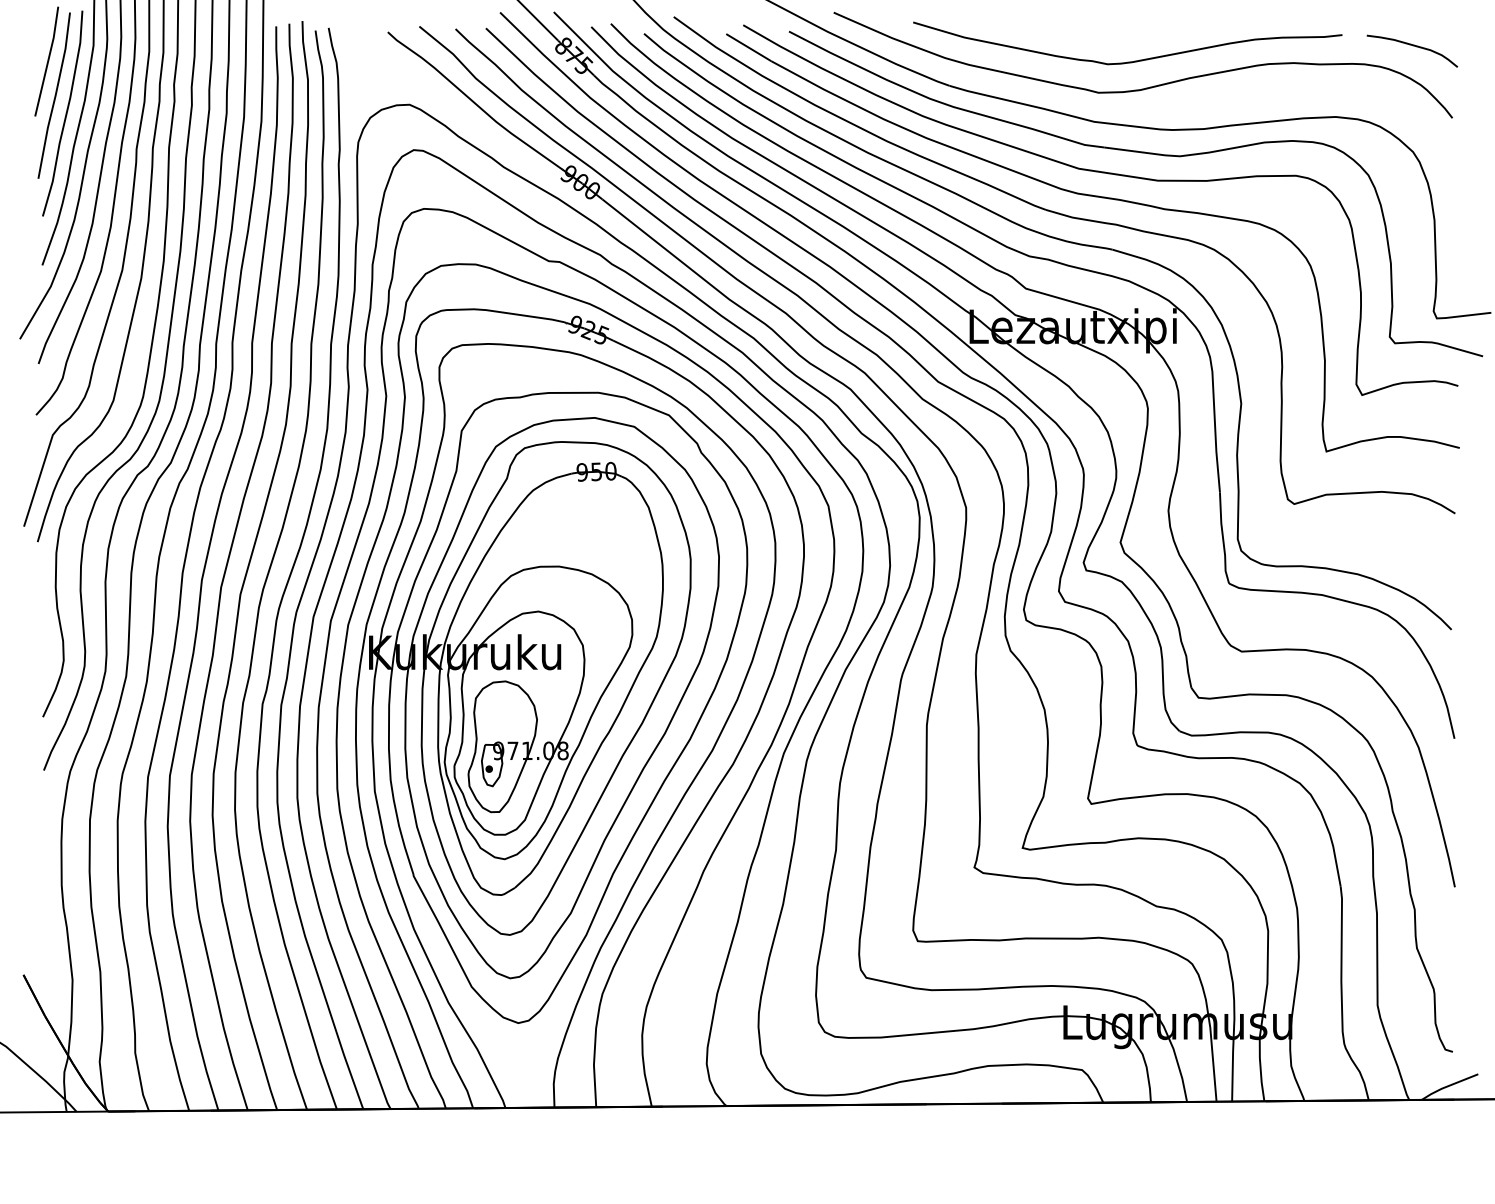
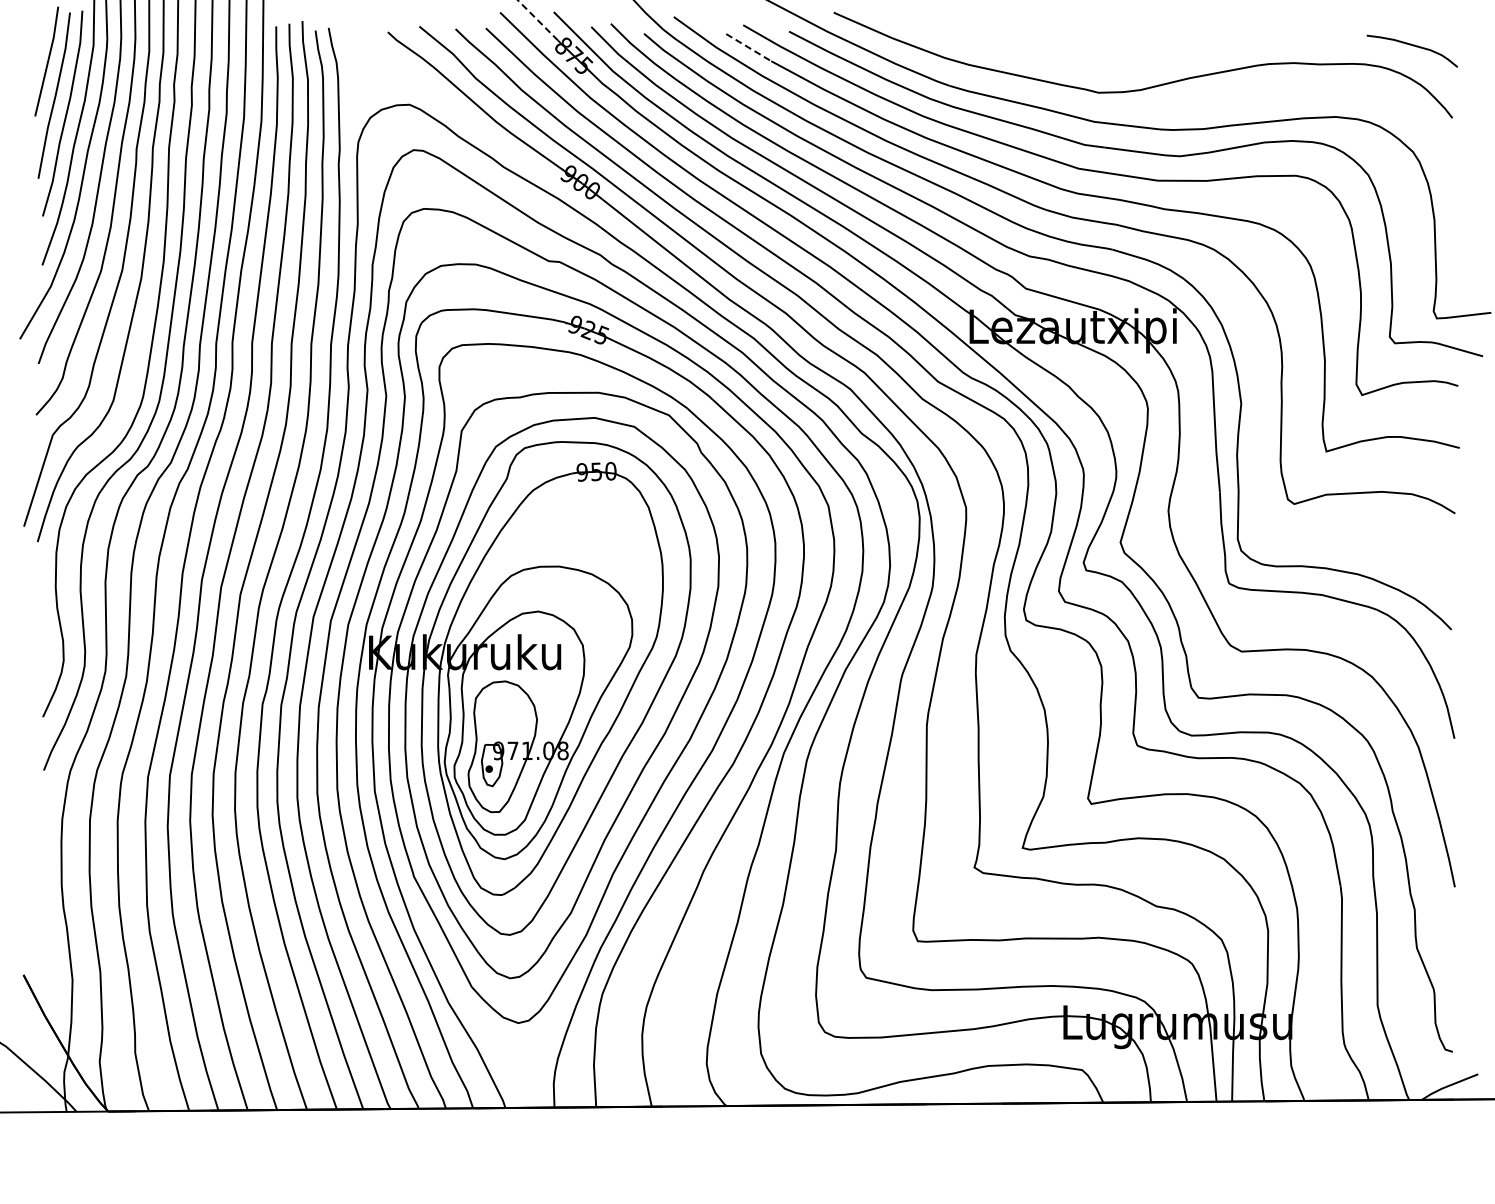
line at (537, 20): solid -> dashed
line at (749, 47): solid -> dashed
curve at (1127, 61): present -> none
